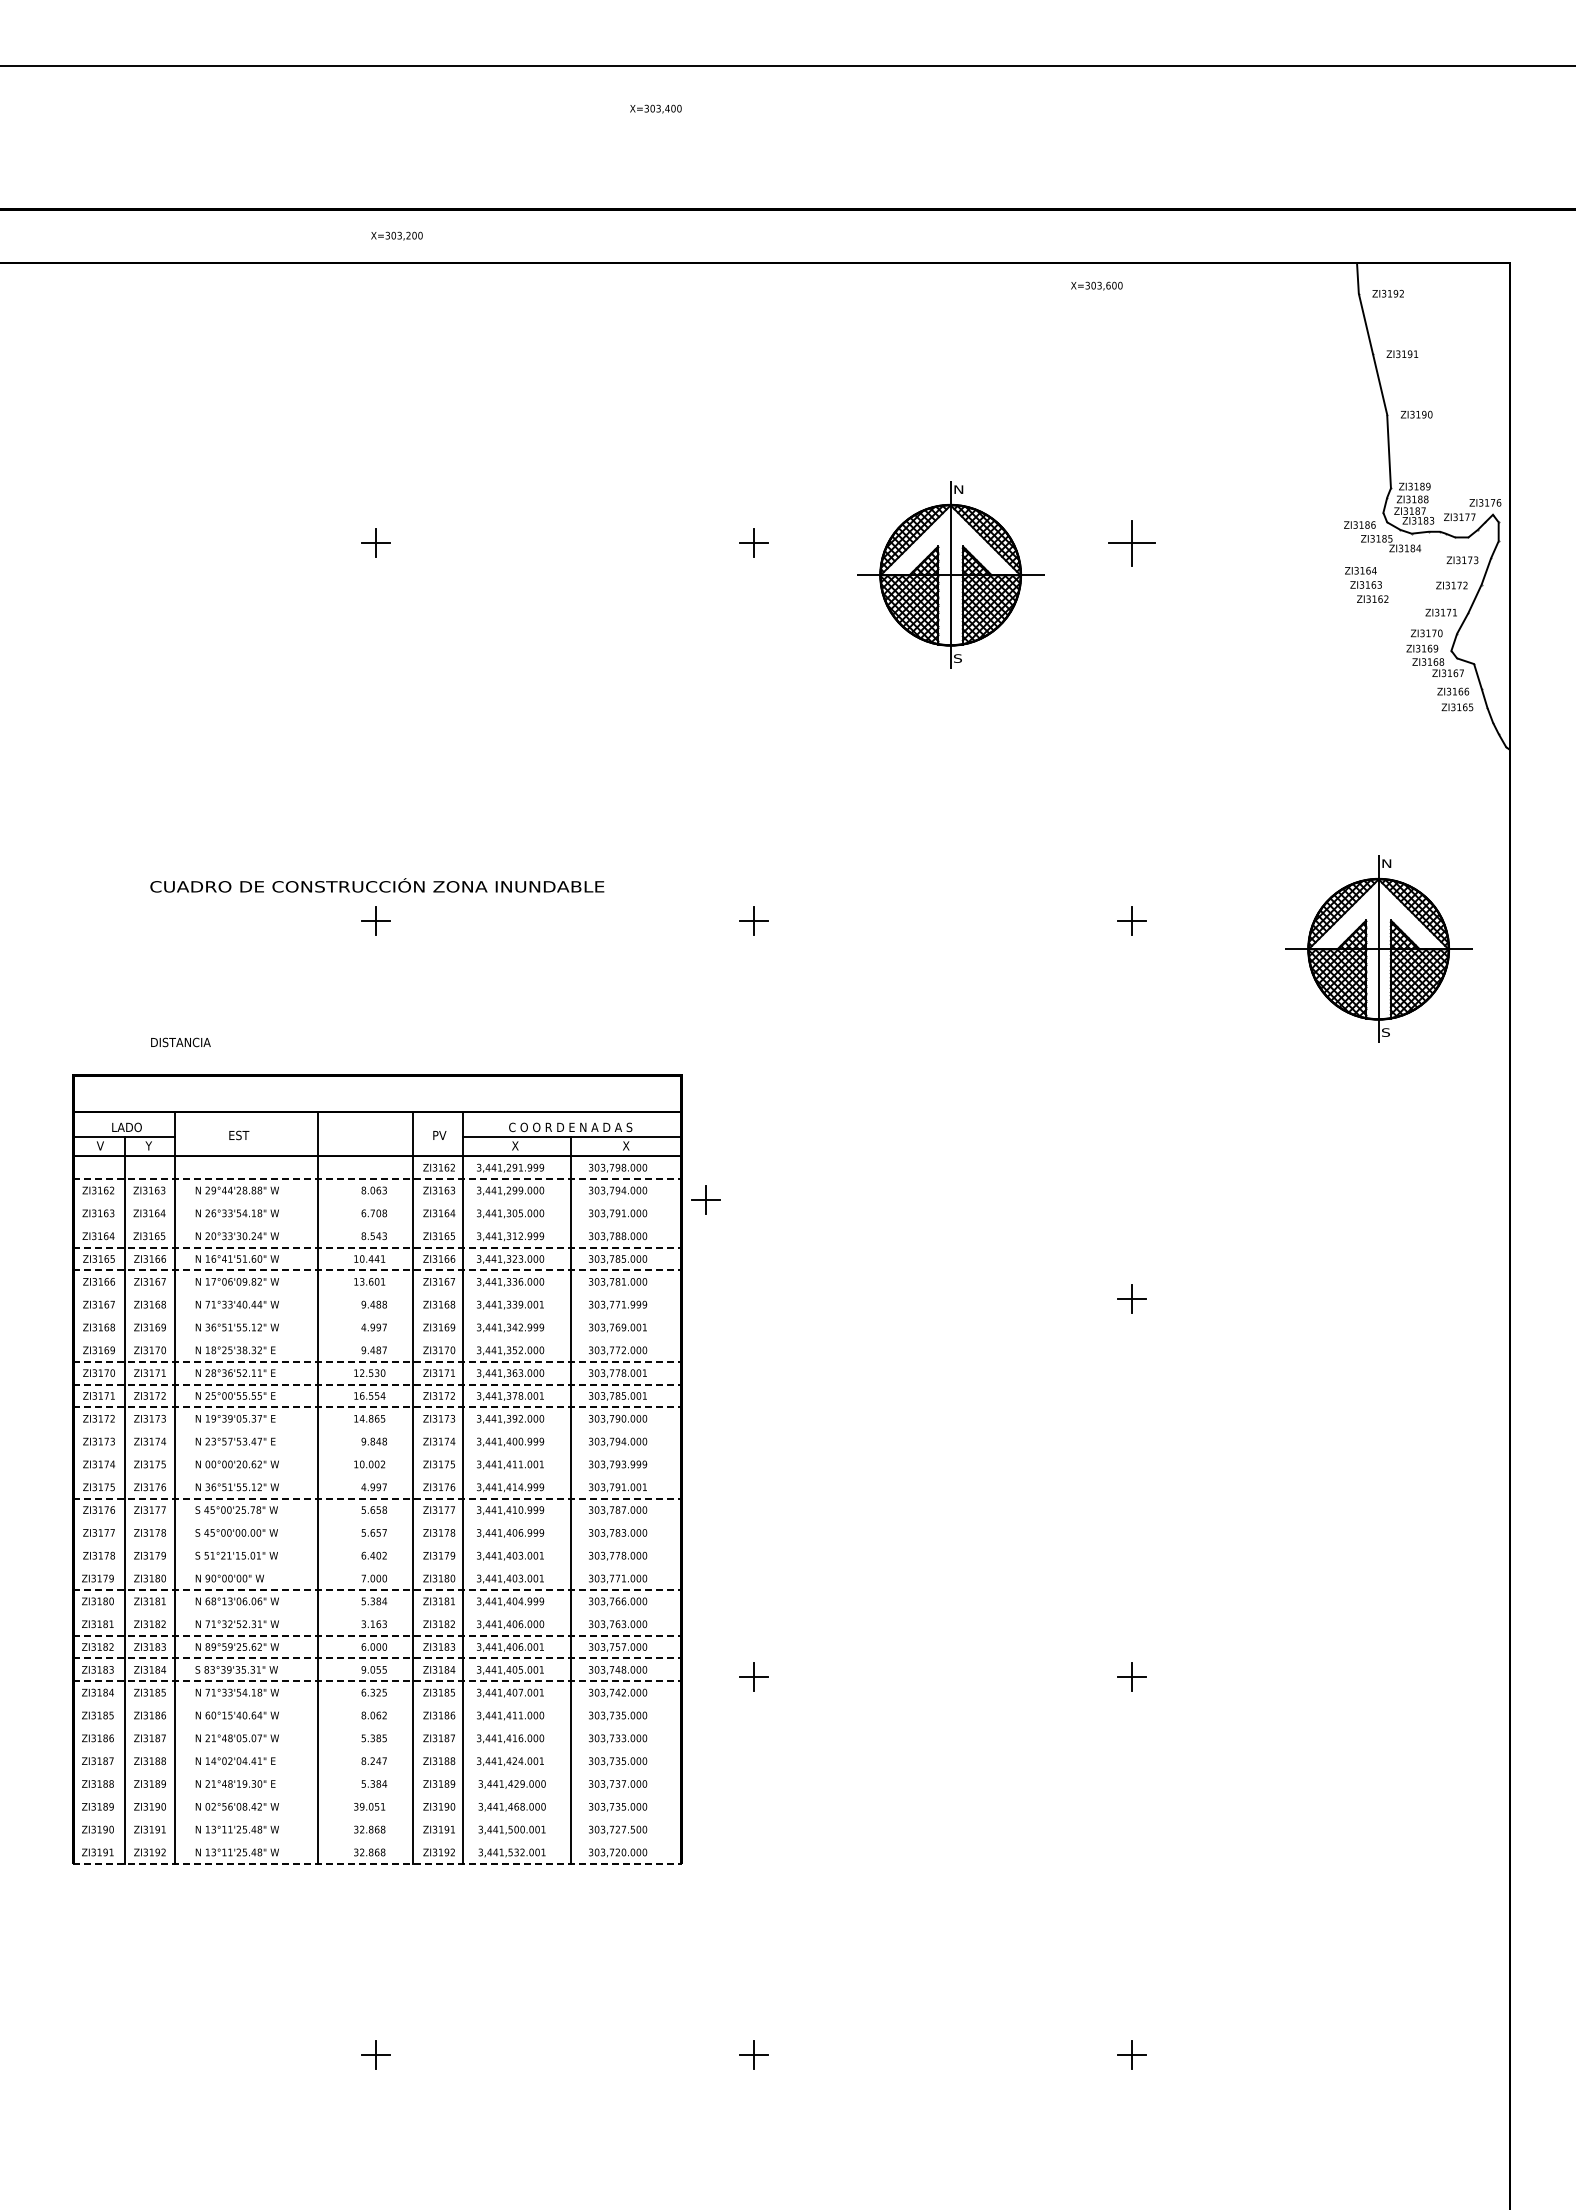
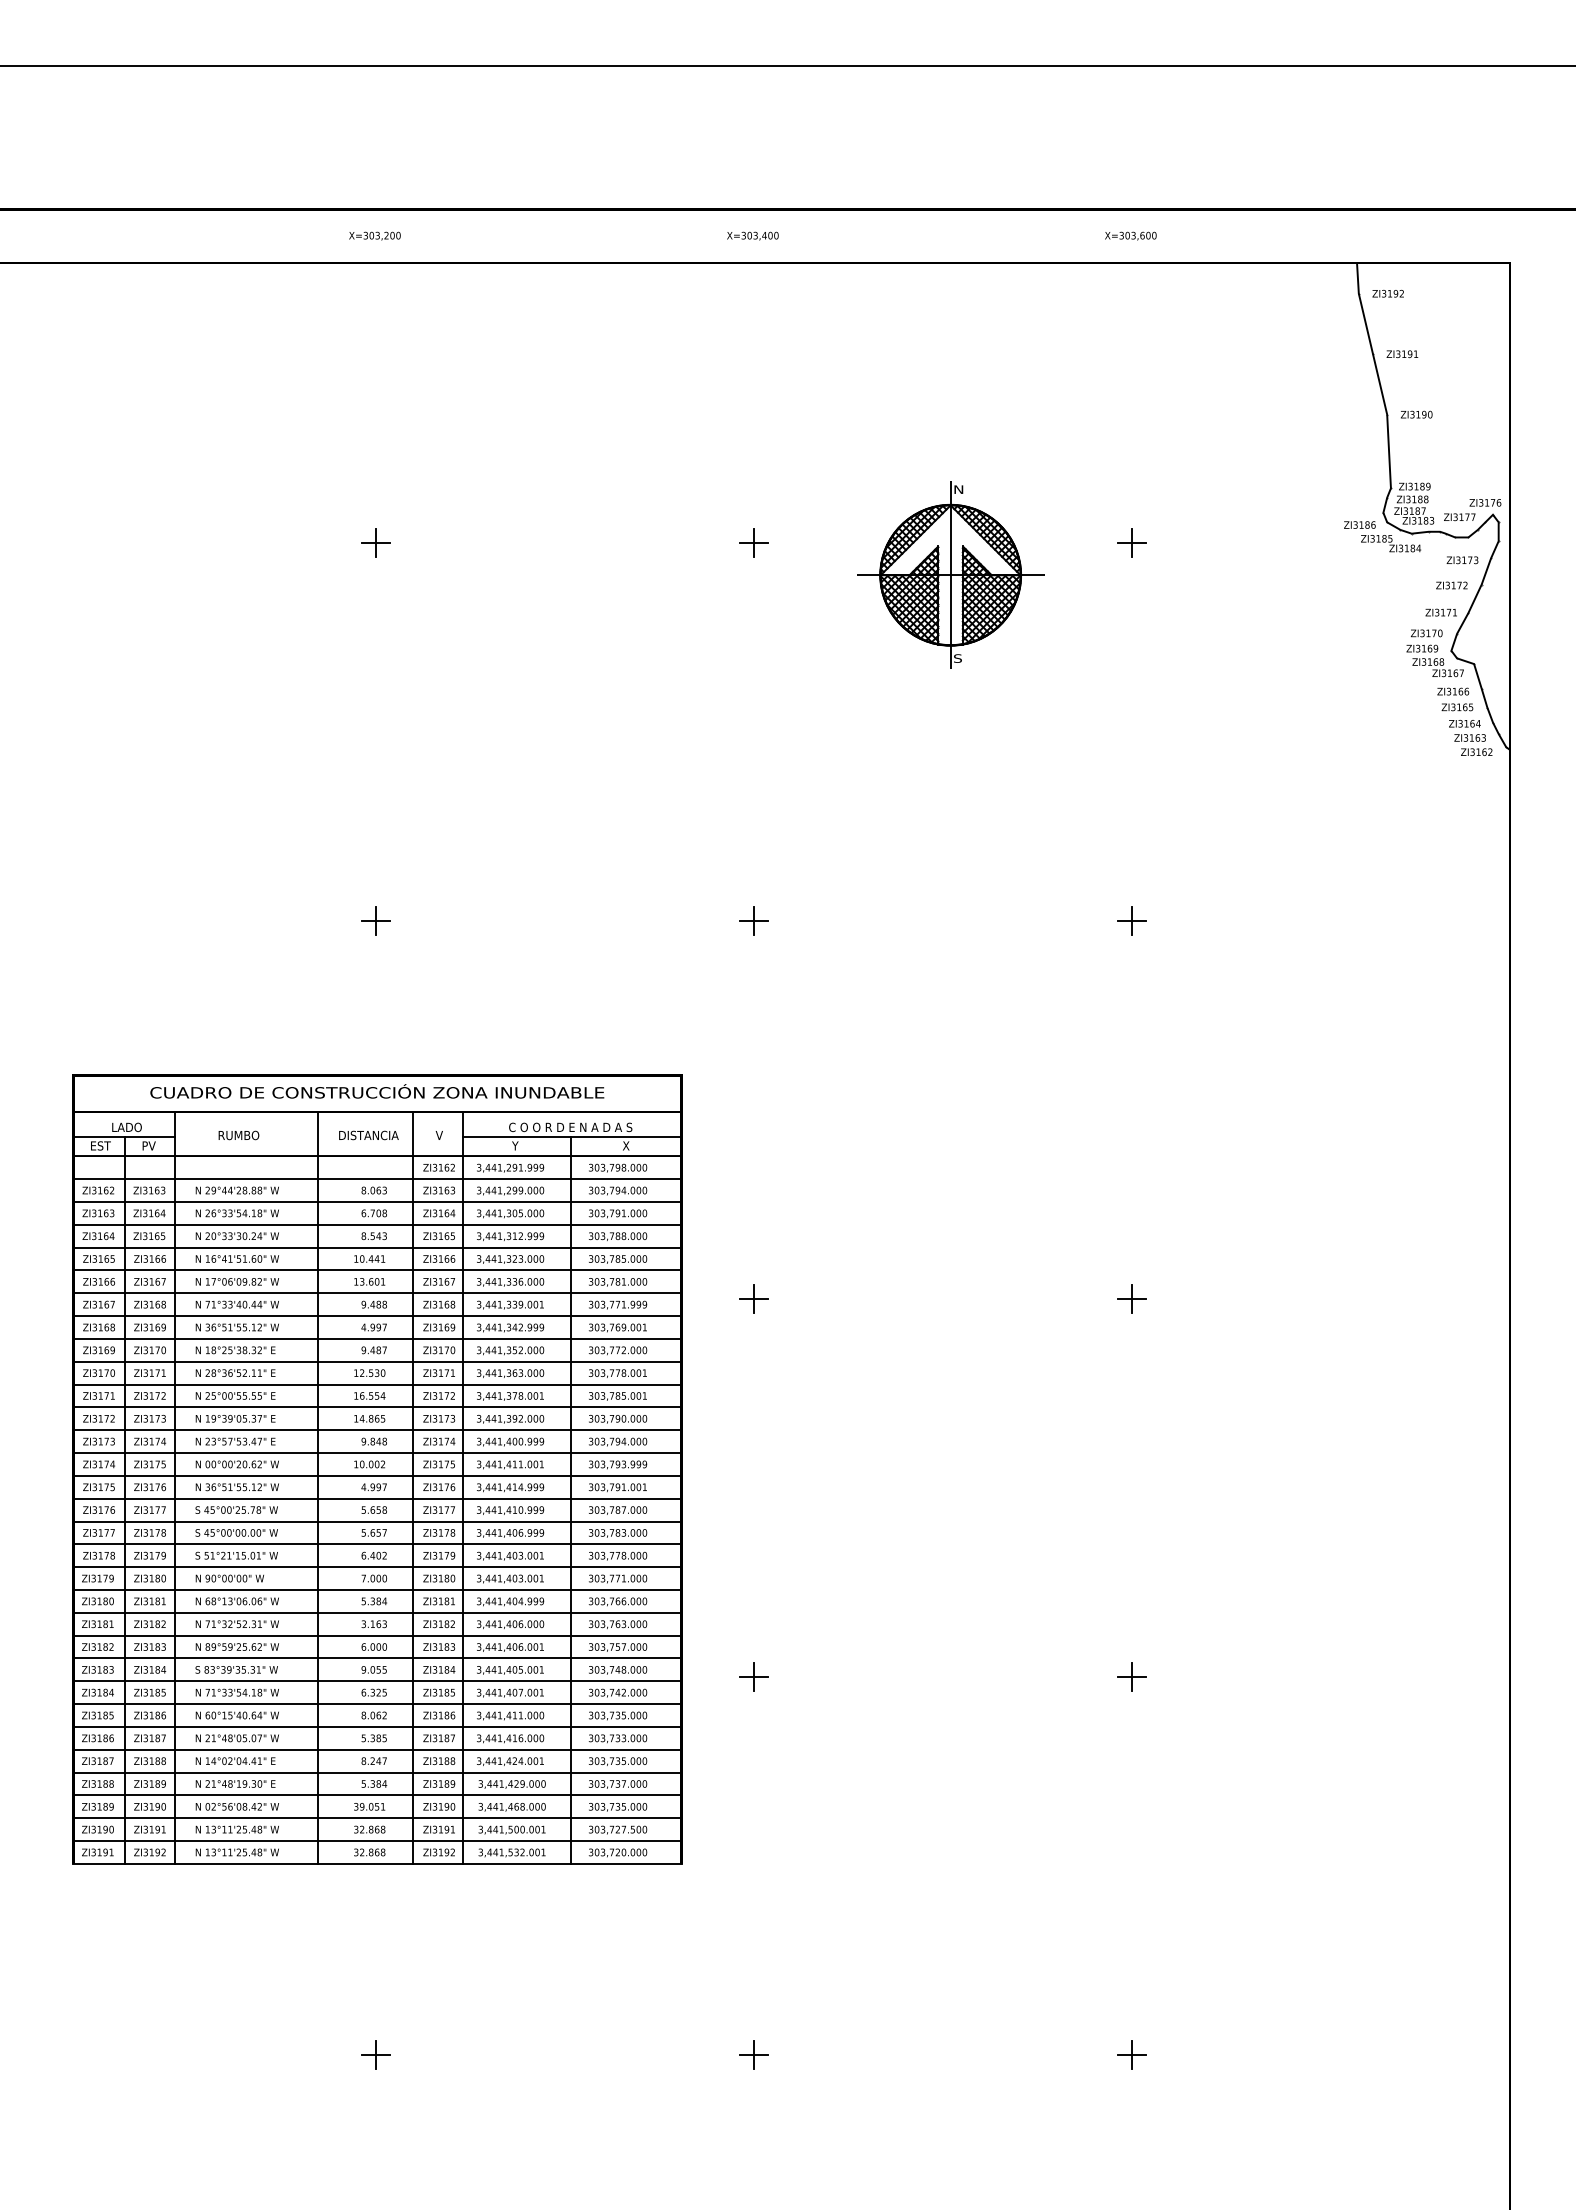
text at (655, 108) position: (655, 108) -> (752, 235)
text at (396, 235) position: (396, 235) -> (374, 235)
text at (1096, 285) position: (1096, 285) -> (1130, 235)
part at (1131, 543) size: 48x47 px -> 30x30 px
text at (1366, 584) position: (1366, 584) -> (1470, 737)
text at (377, 885) position: (377, 885) -> (377, 1091)
part at (1378, 948): present -> none
text at (180, 1042) position: (180, 1042) -> (368, 1135)
text at (238, 1135): EST -> RUMBO
text at (439, 1135): PV -> V
text at (100, 1145): V -> EST
text at (148, 1145): Y -> PV
text at (515, 1145): X -> Y
line at (377, 1179): dashed -> solid
part at (705, 1199) position: (705, 1199) -> (753, 1298)
line at (377, 1201): none -> present
line at (377, 1224): none -> present
line at (377, 1247): dashed -> solid
line at (377, 1270): dashed -> solid
line at (377, 1293): none -> present
line at (377, 1316): none -> present
line at (377, 1338): none -> present
line at (377, 1361): dashed -> solid
line at (377, 1384): dashed -> solid
line at (377, 1407): dashed -> solid
line at (377, 1430): none -> present
line at (377, 1453): none -> present
line at (377, 1475): none -> present
line at (377, 1498): dashed -> solid
line at (377, 1521): none -> present
line at (377, 1544): none -> present
line at (377, 1567): none -> present
line at (377, 1589): dashed -> solid
line at (377, 1612): none -> present
line at (377, 1635): dashed -> solid
line at (377, 1658): dashed -> solid
line at (377, 1681): dashed -> solid
line at (377, 1704): none -> present
line at (377, 1726): none -> present
line at (377, 1749): none -> present
line at (377, 1772): none -> present
line at (377, 1795): none -> present
line at (377, 1818): none -> present
line at (377, 1841): none -> present
line at (377, 1863): dashed -> solid
